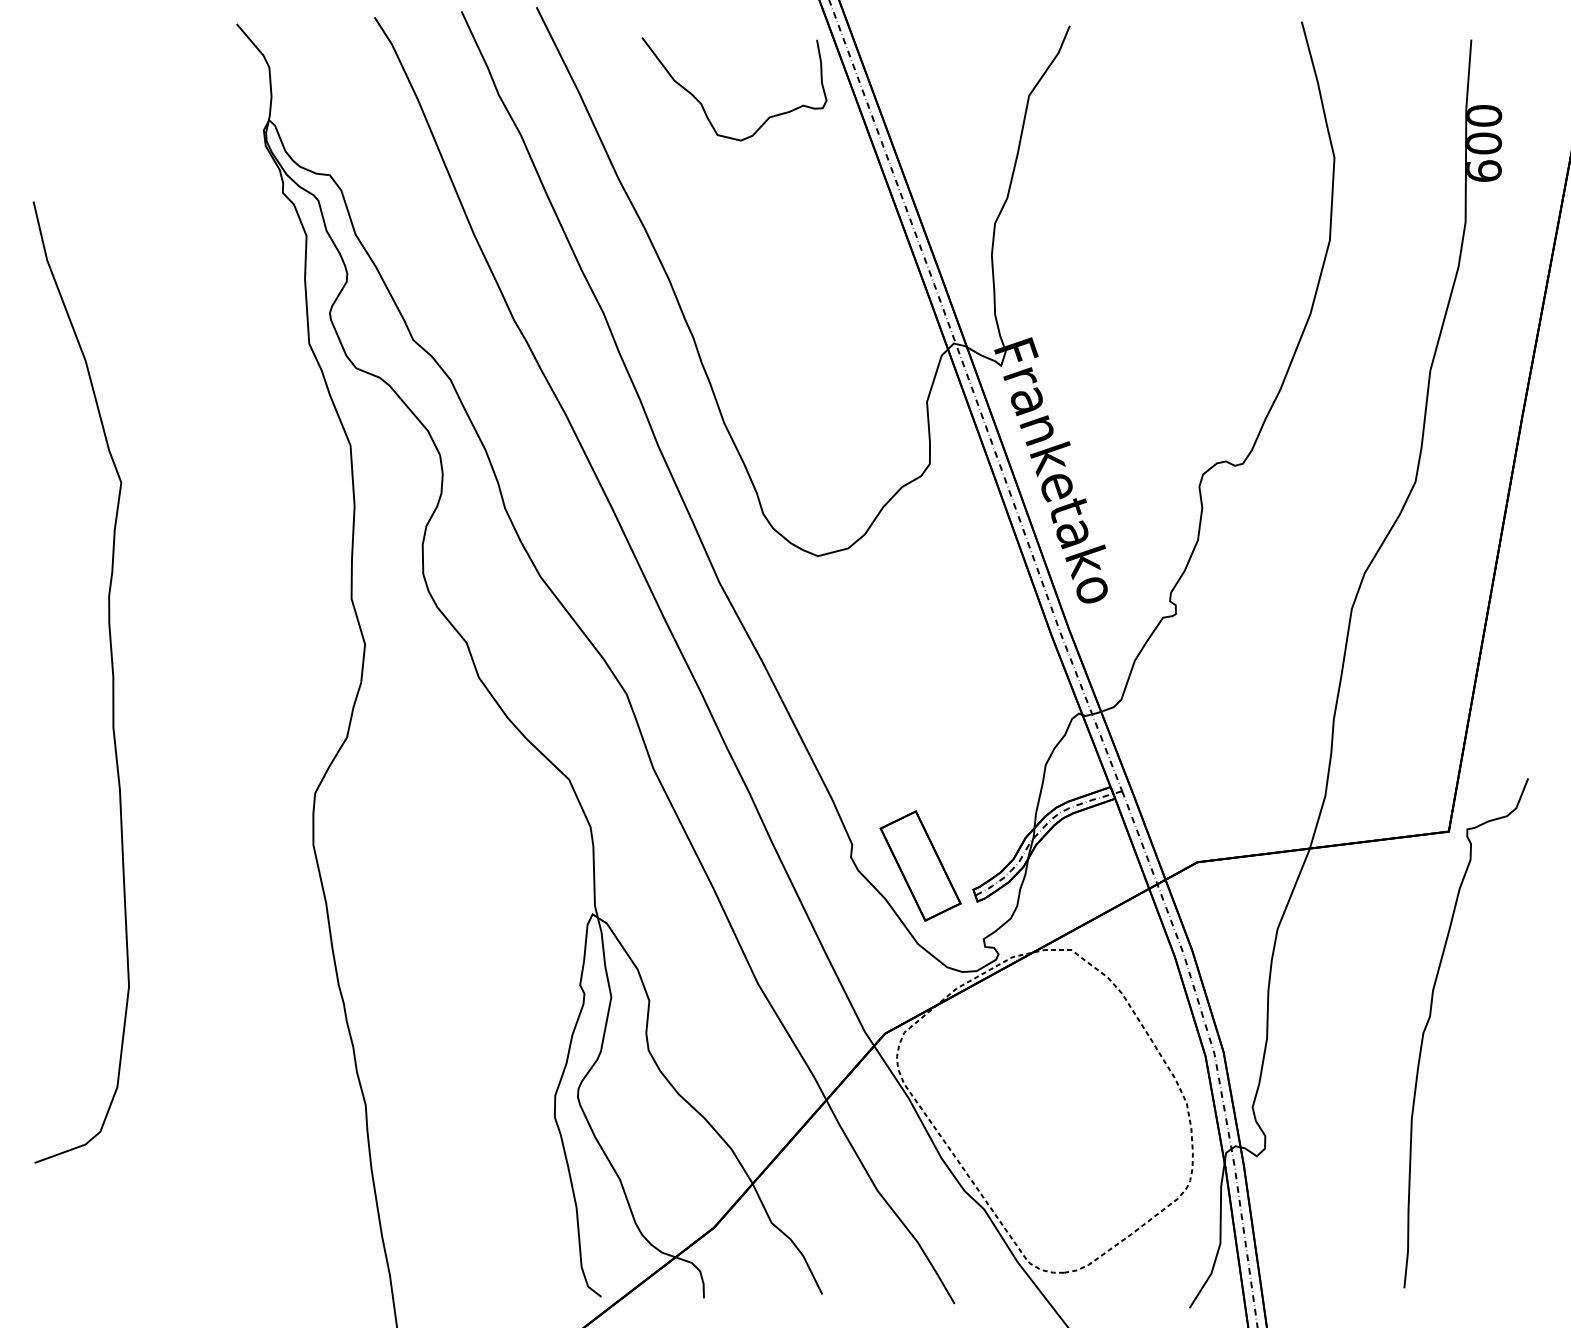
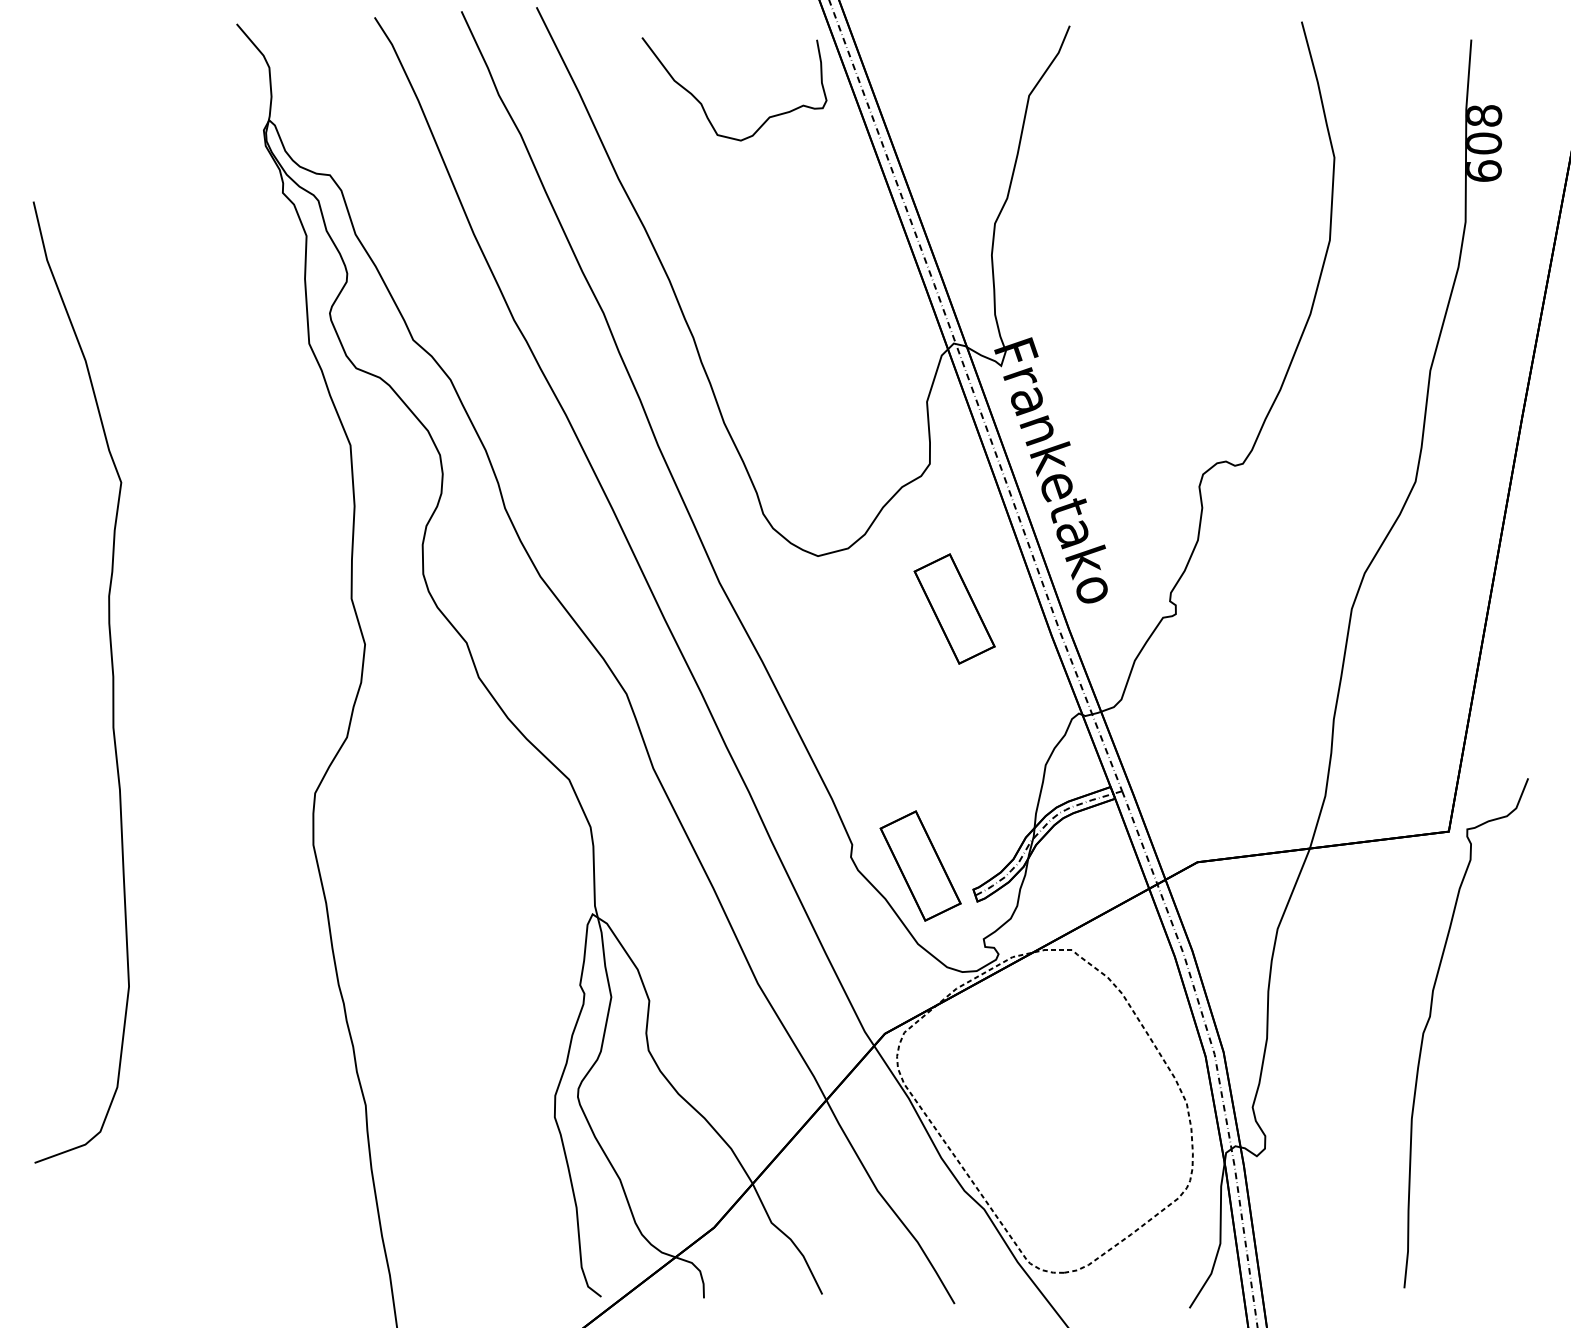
text at (1484, 115): 600 -> 608
part at (954, 608): none -> present
